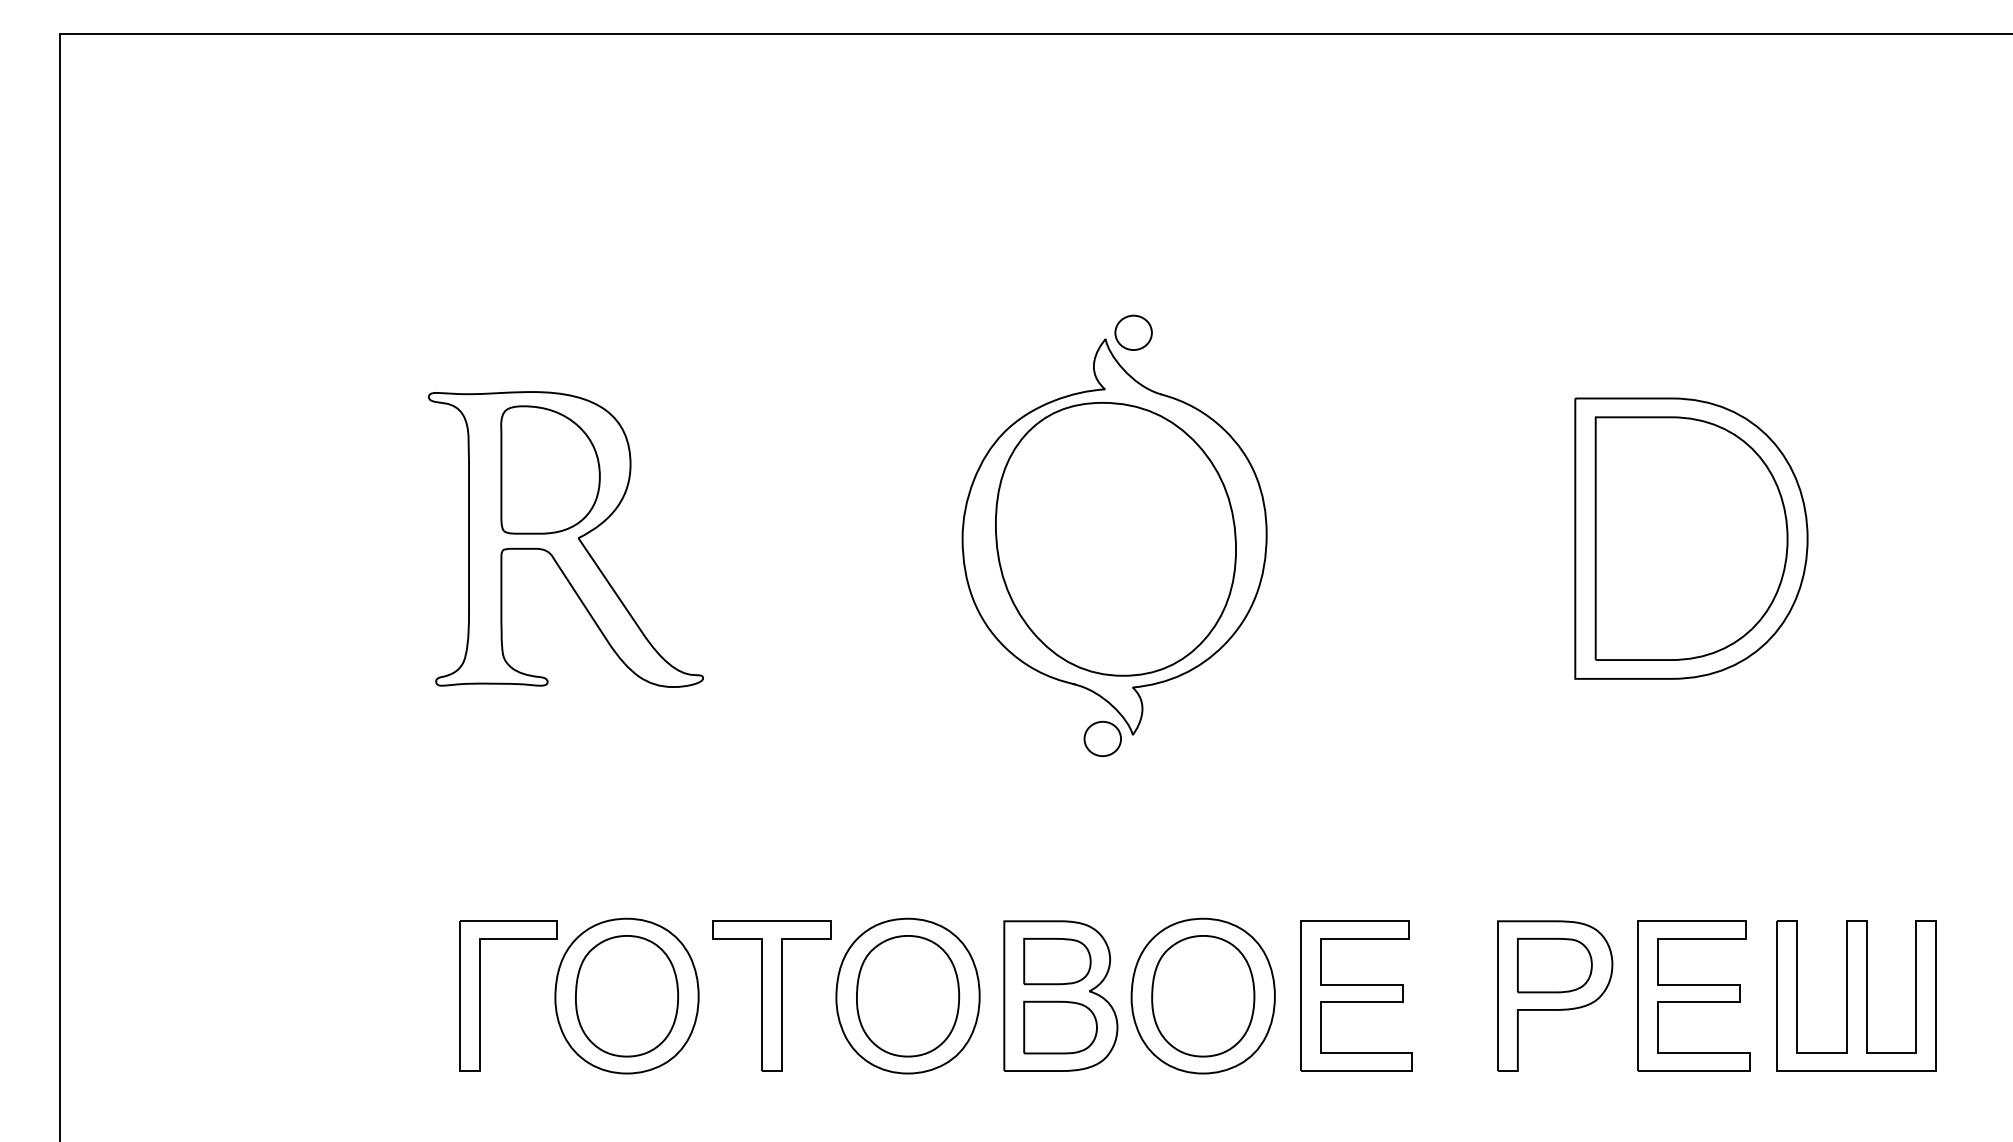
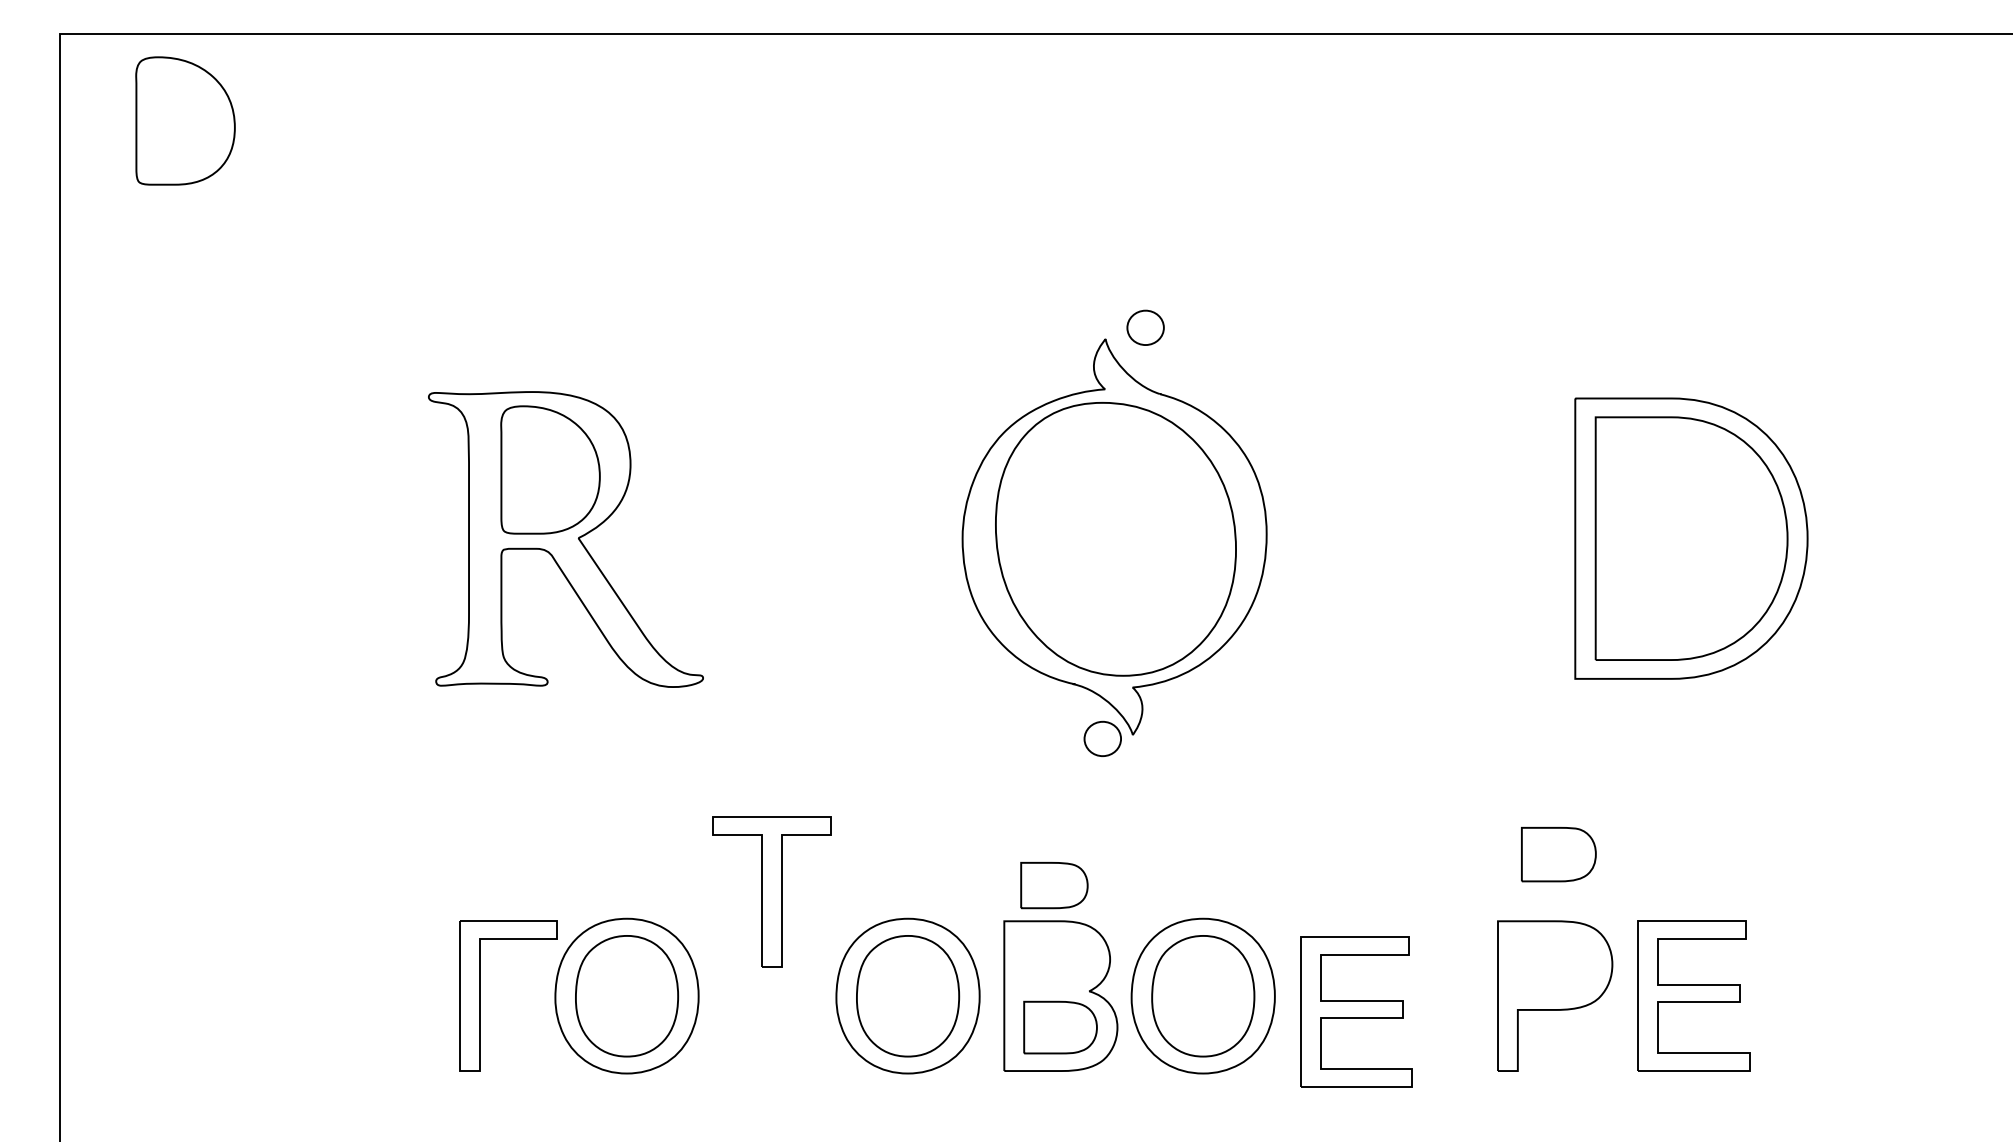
part at (185, 120): none -> present
part at (1133, 332) position: (1133, 332) -> (1145, 327)
part at (1057, 961) position: (1057, 961) -> (1054, 885)
part at (1554, 965) position: (1554, 965) -> (1558, 854)
part at (771, 995) position: (771, 995) -> (771, 891)
part at (1356, 995) position: (1356, 995) -> (1356, 1011)
part at (1856, 995): present -> none
